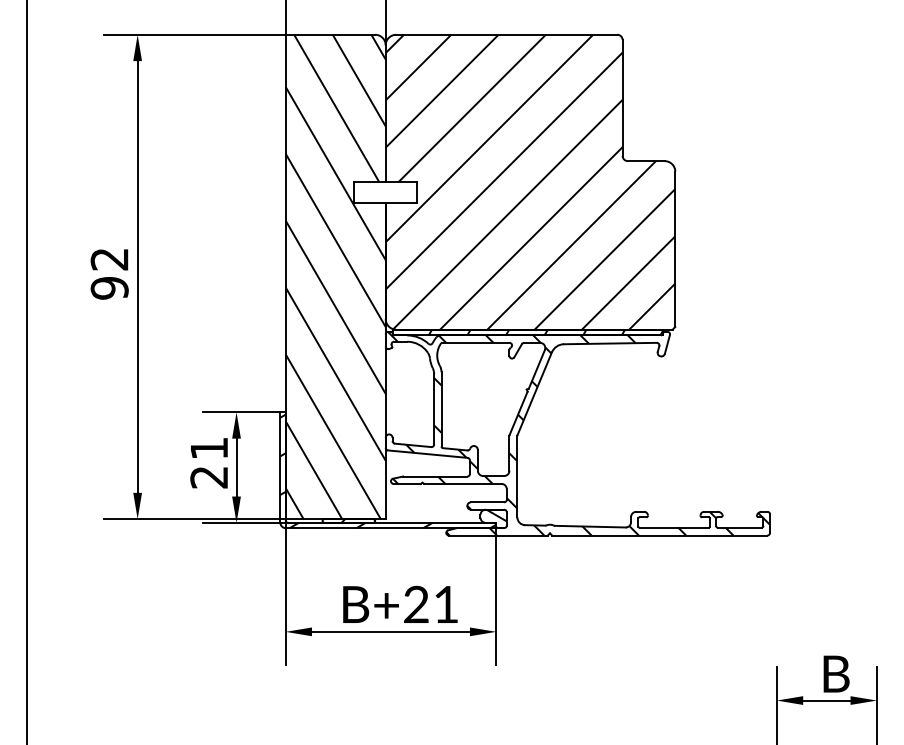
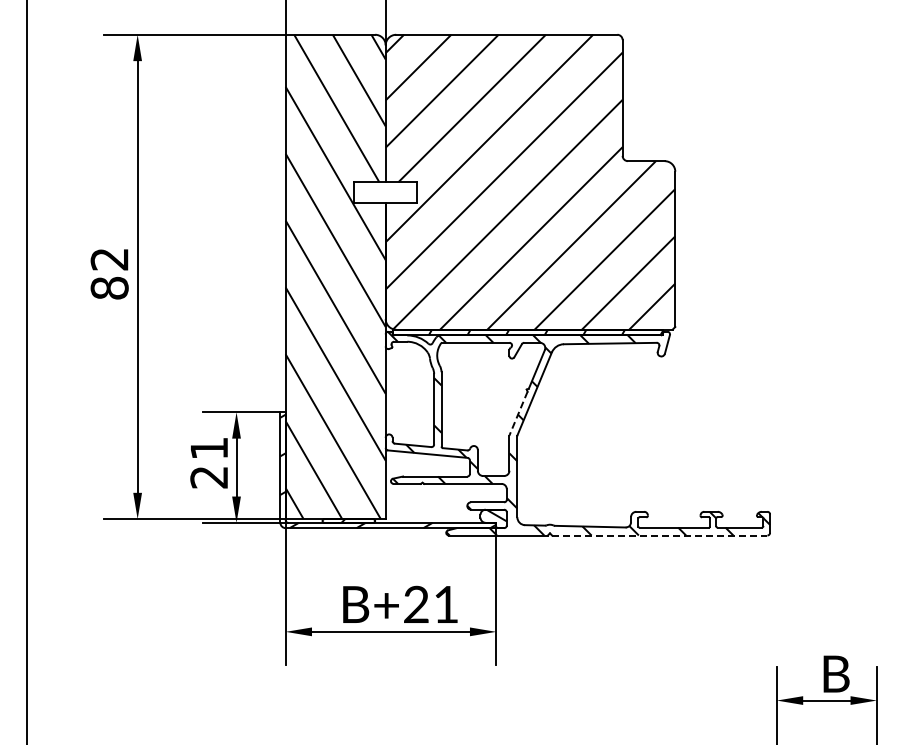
text at (109, 287): 92 -> 82
line at (518, 413): solid -> dashed
line at (659, 535): solid -> dashed
